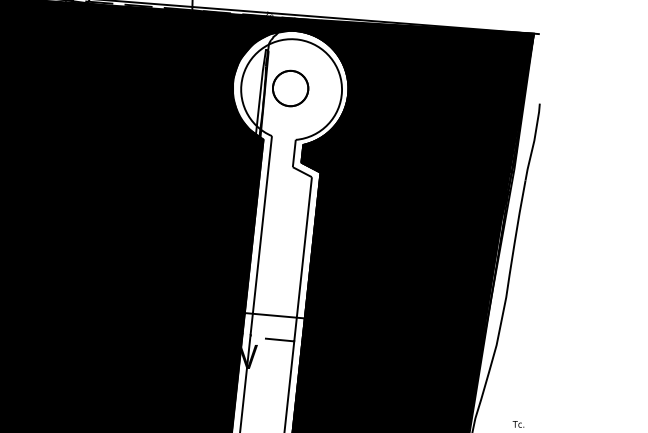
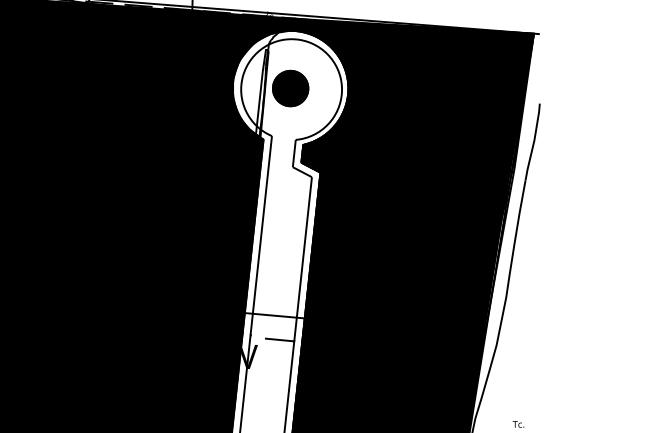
fill at (290, 88): none -> present
